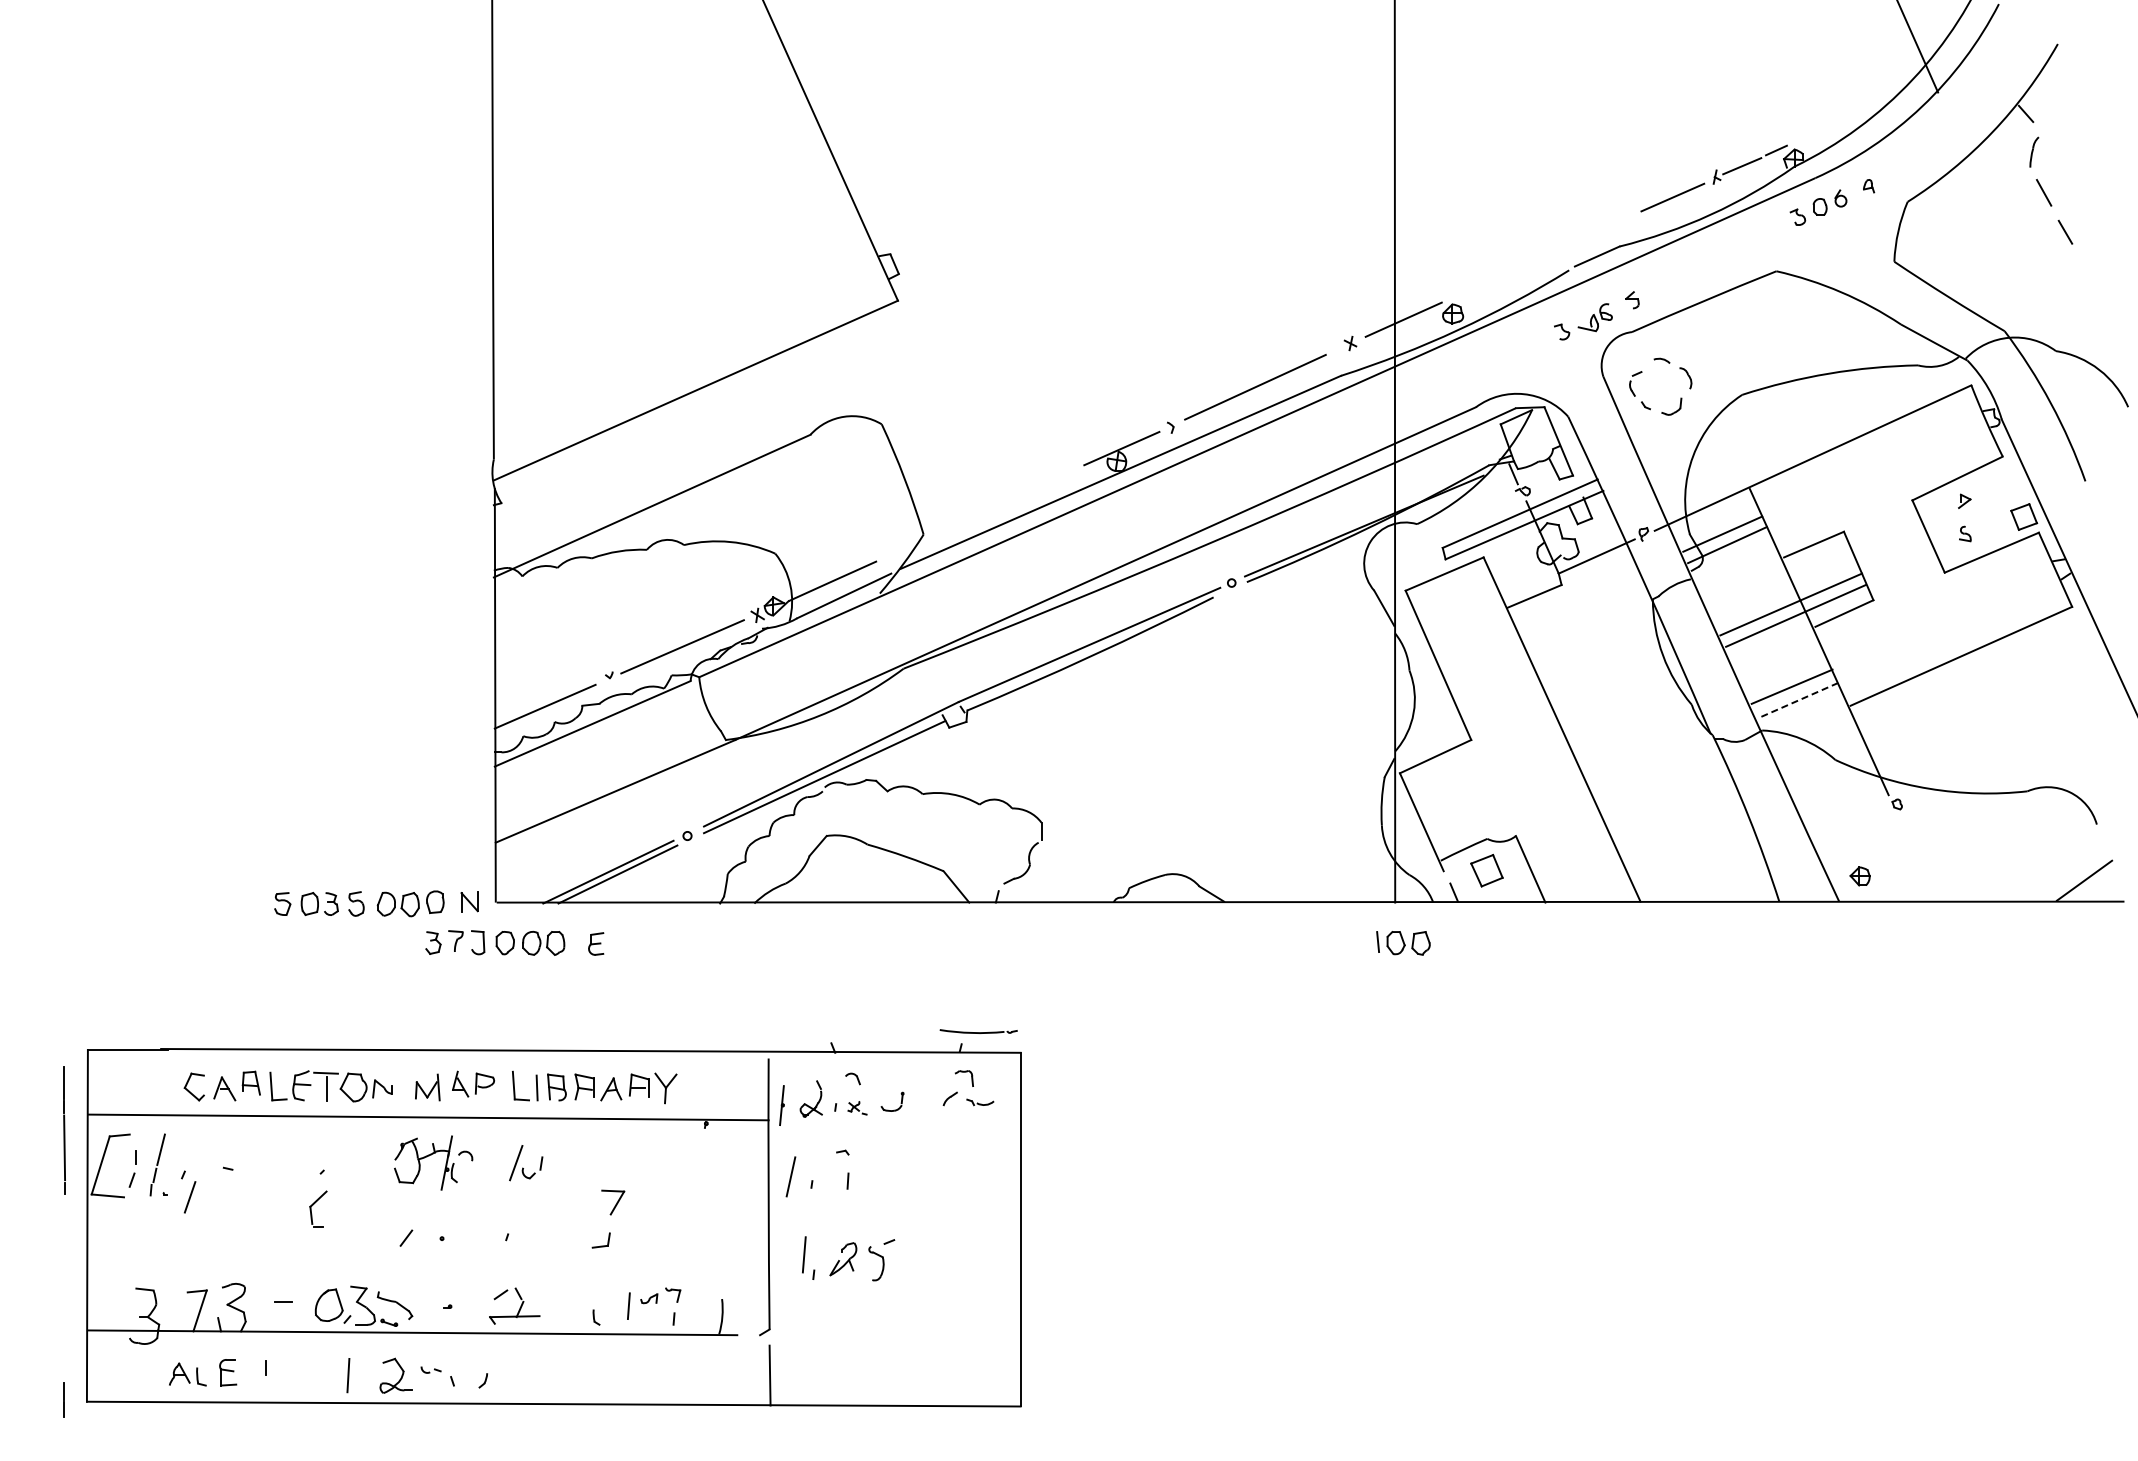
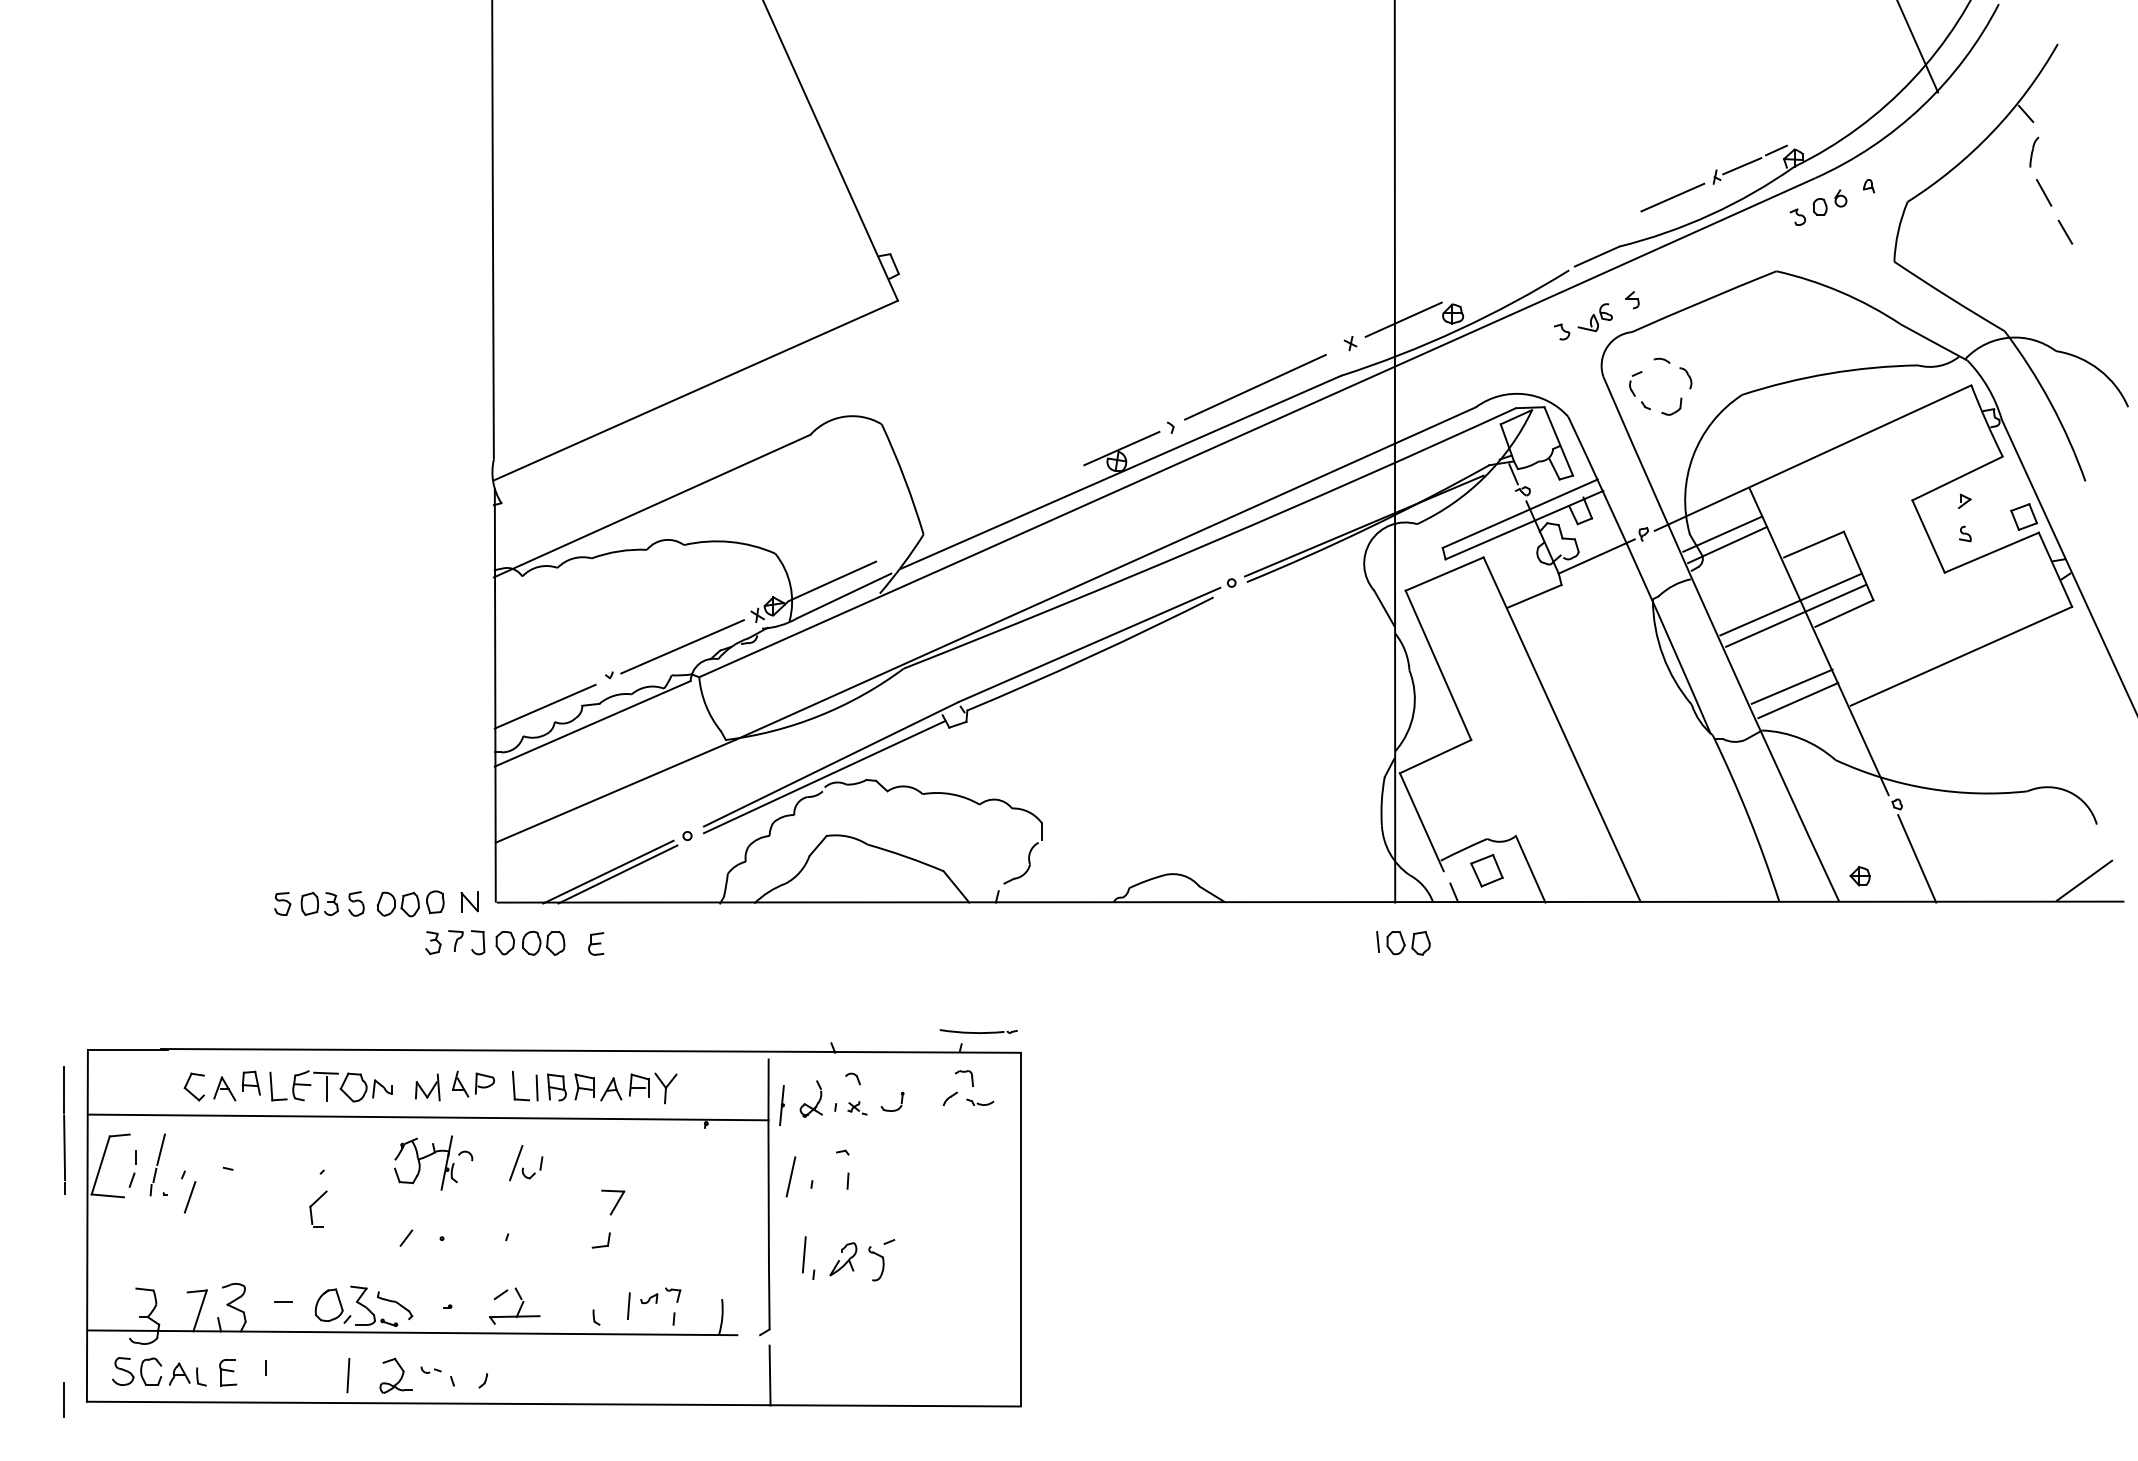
line at (1798, 700): dashed -> solid
line at (1917, 858): none -> present
part at (137, 1371): none -> present
